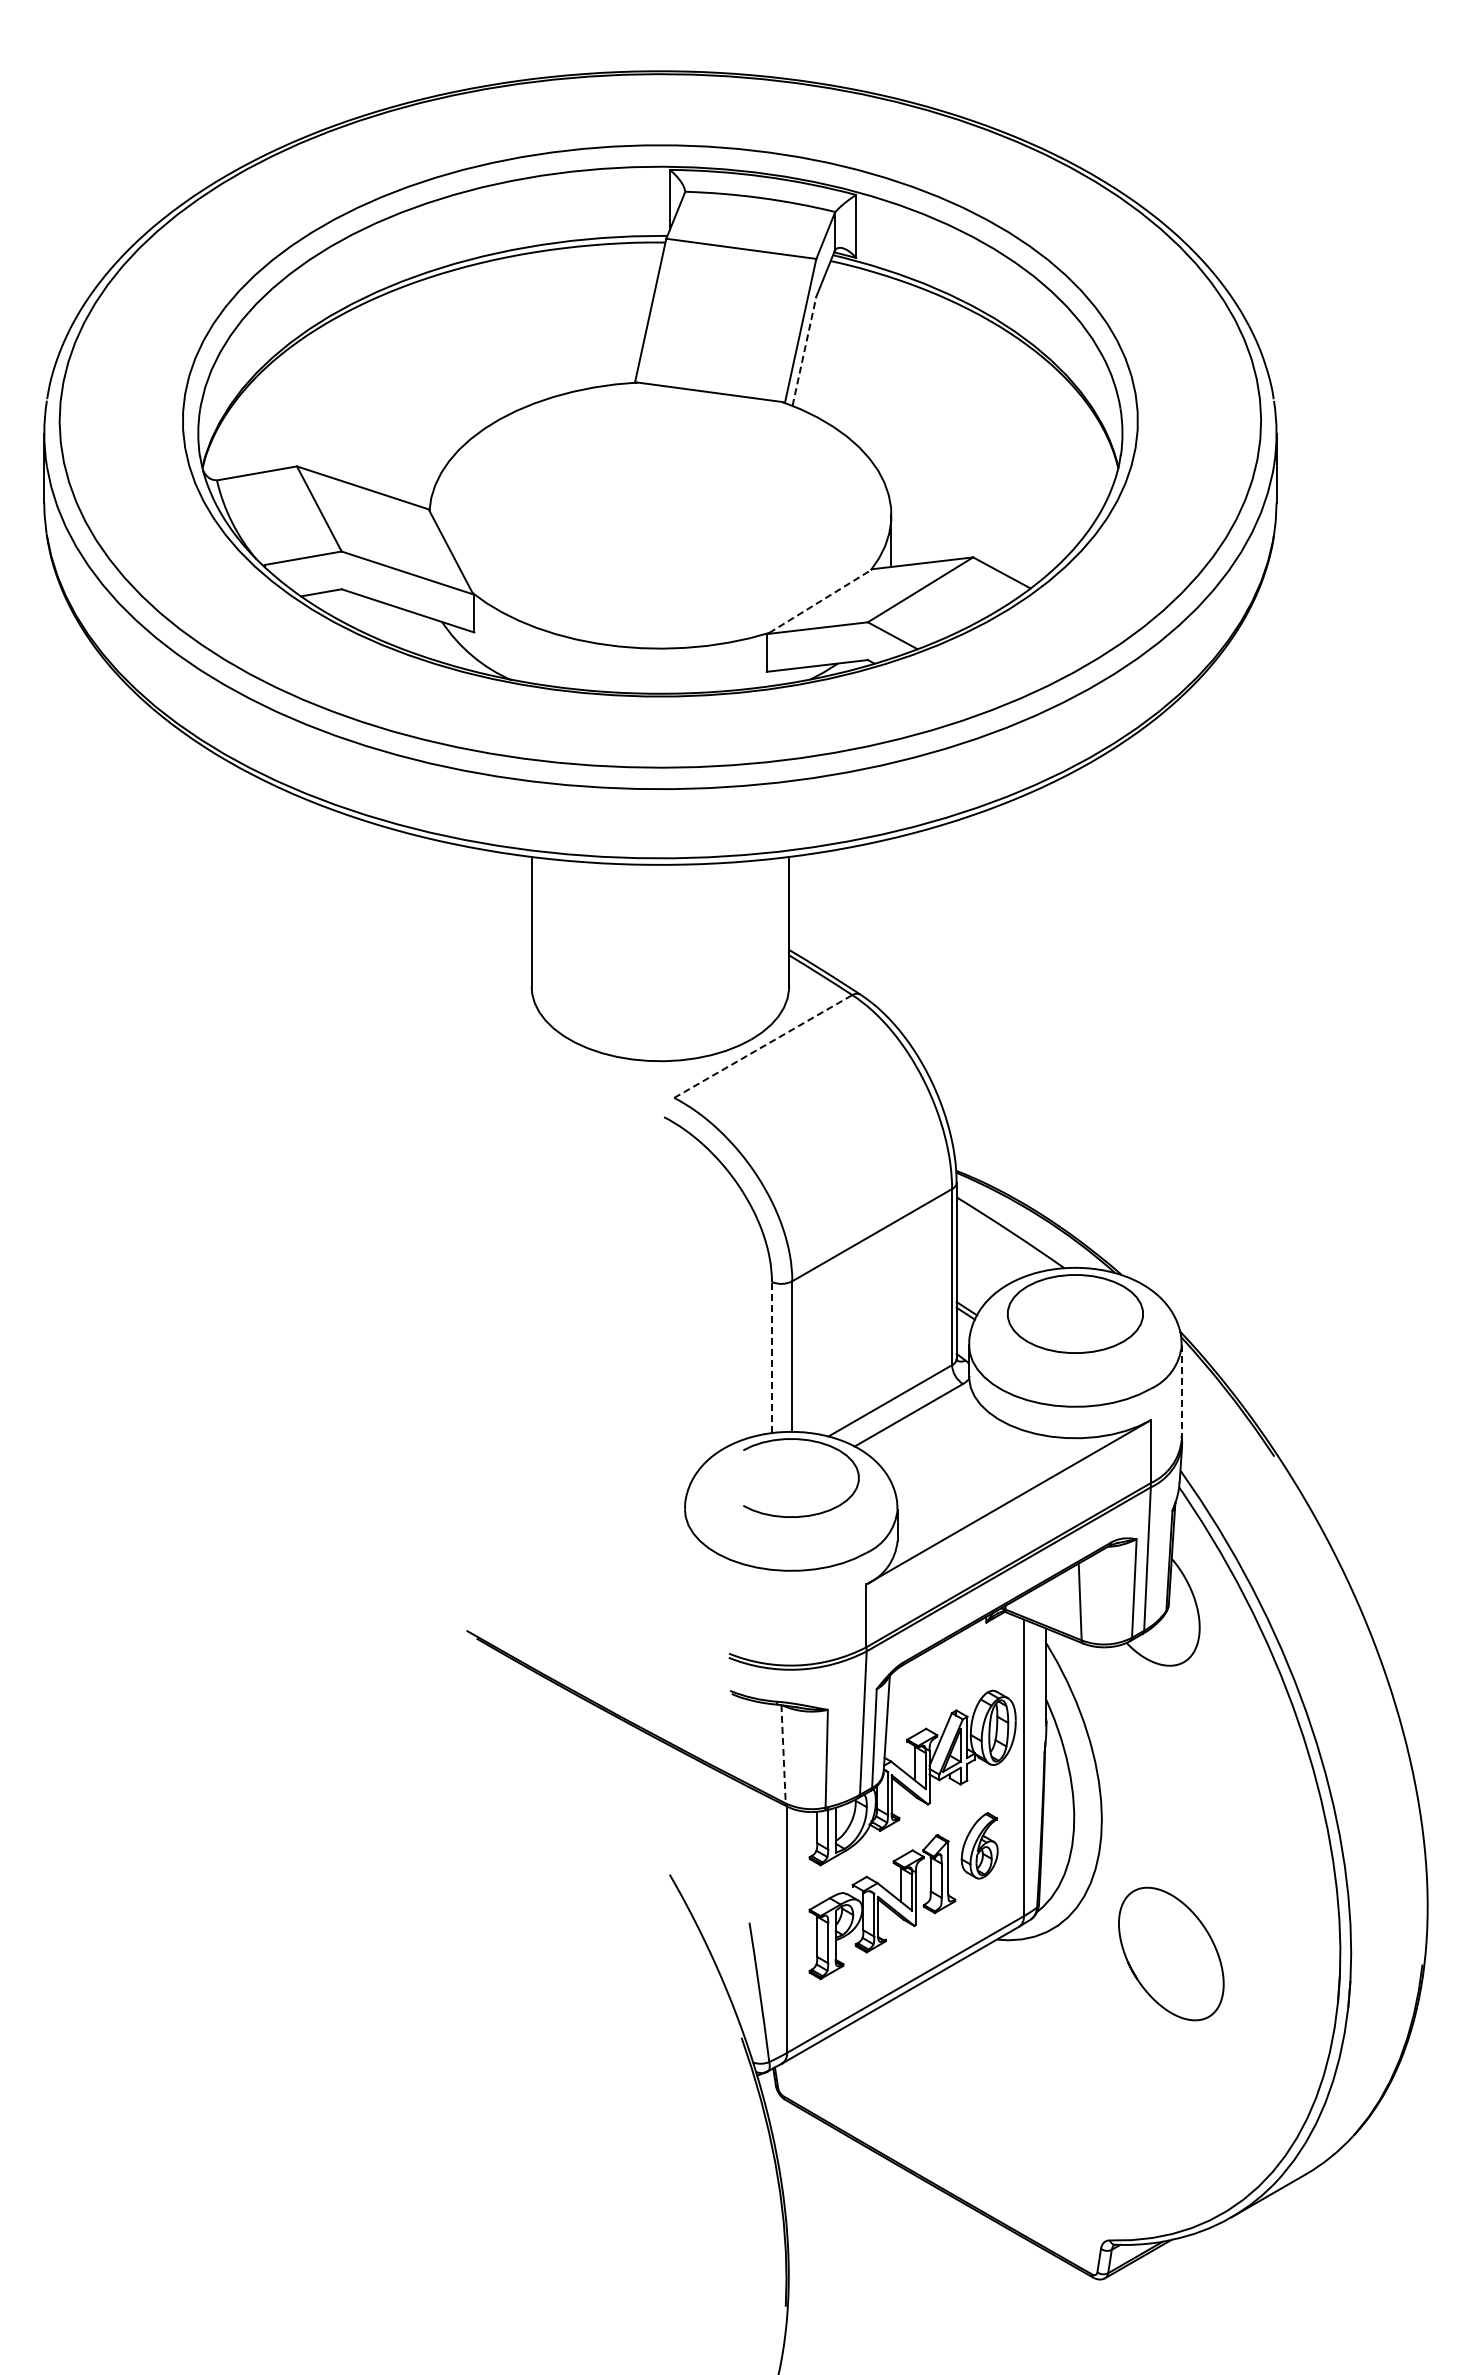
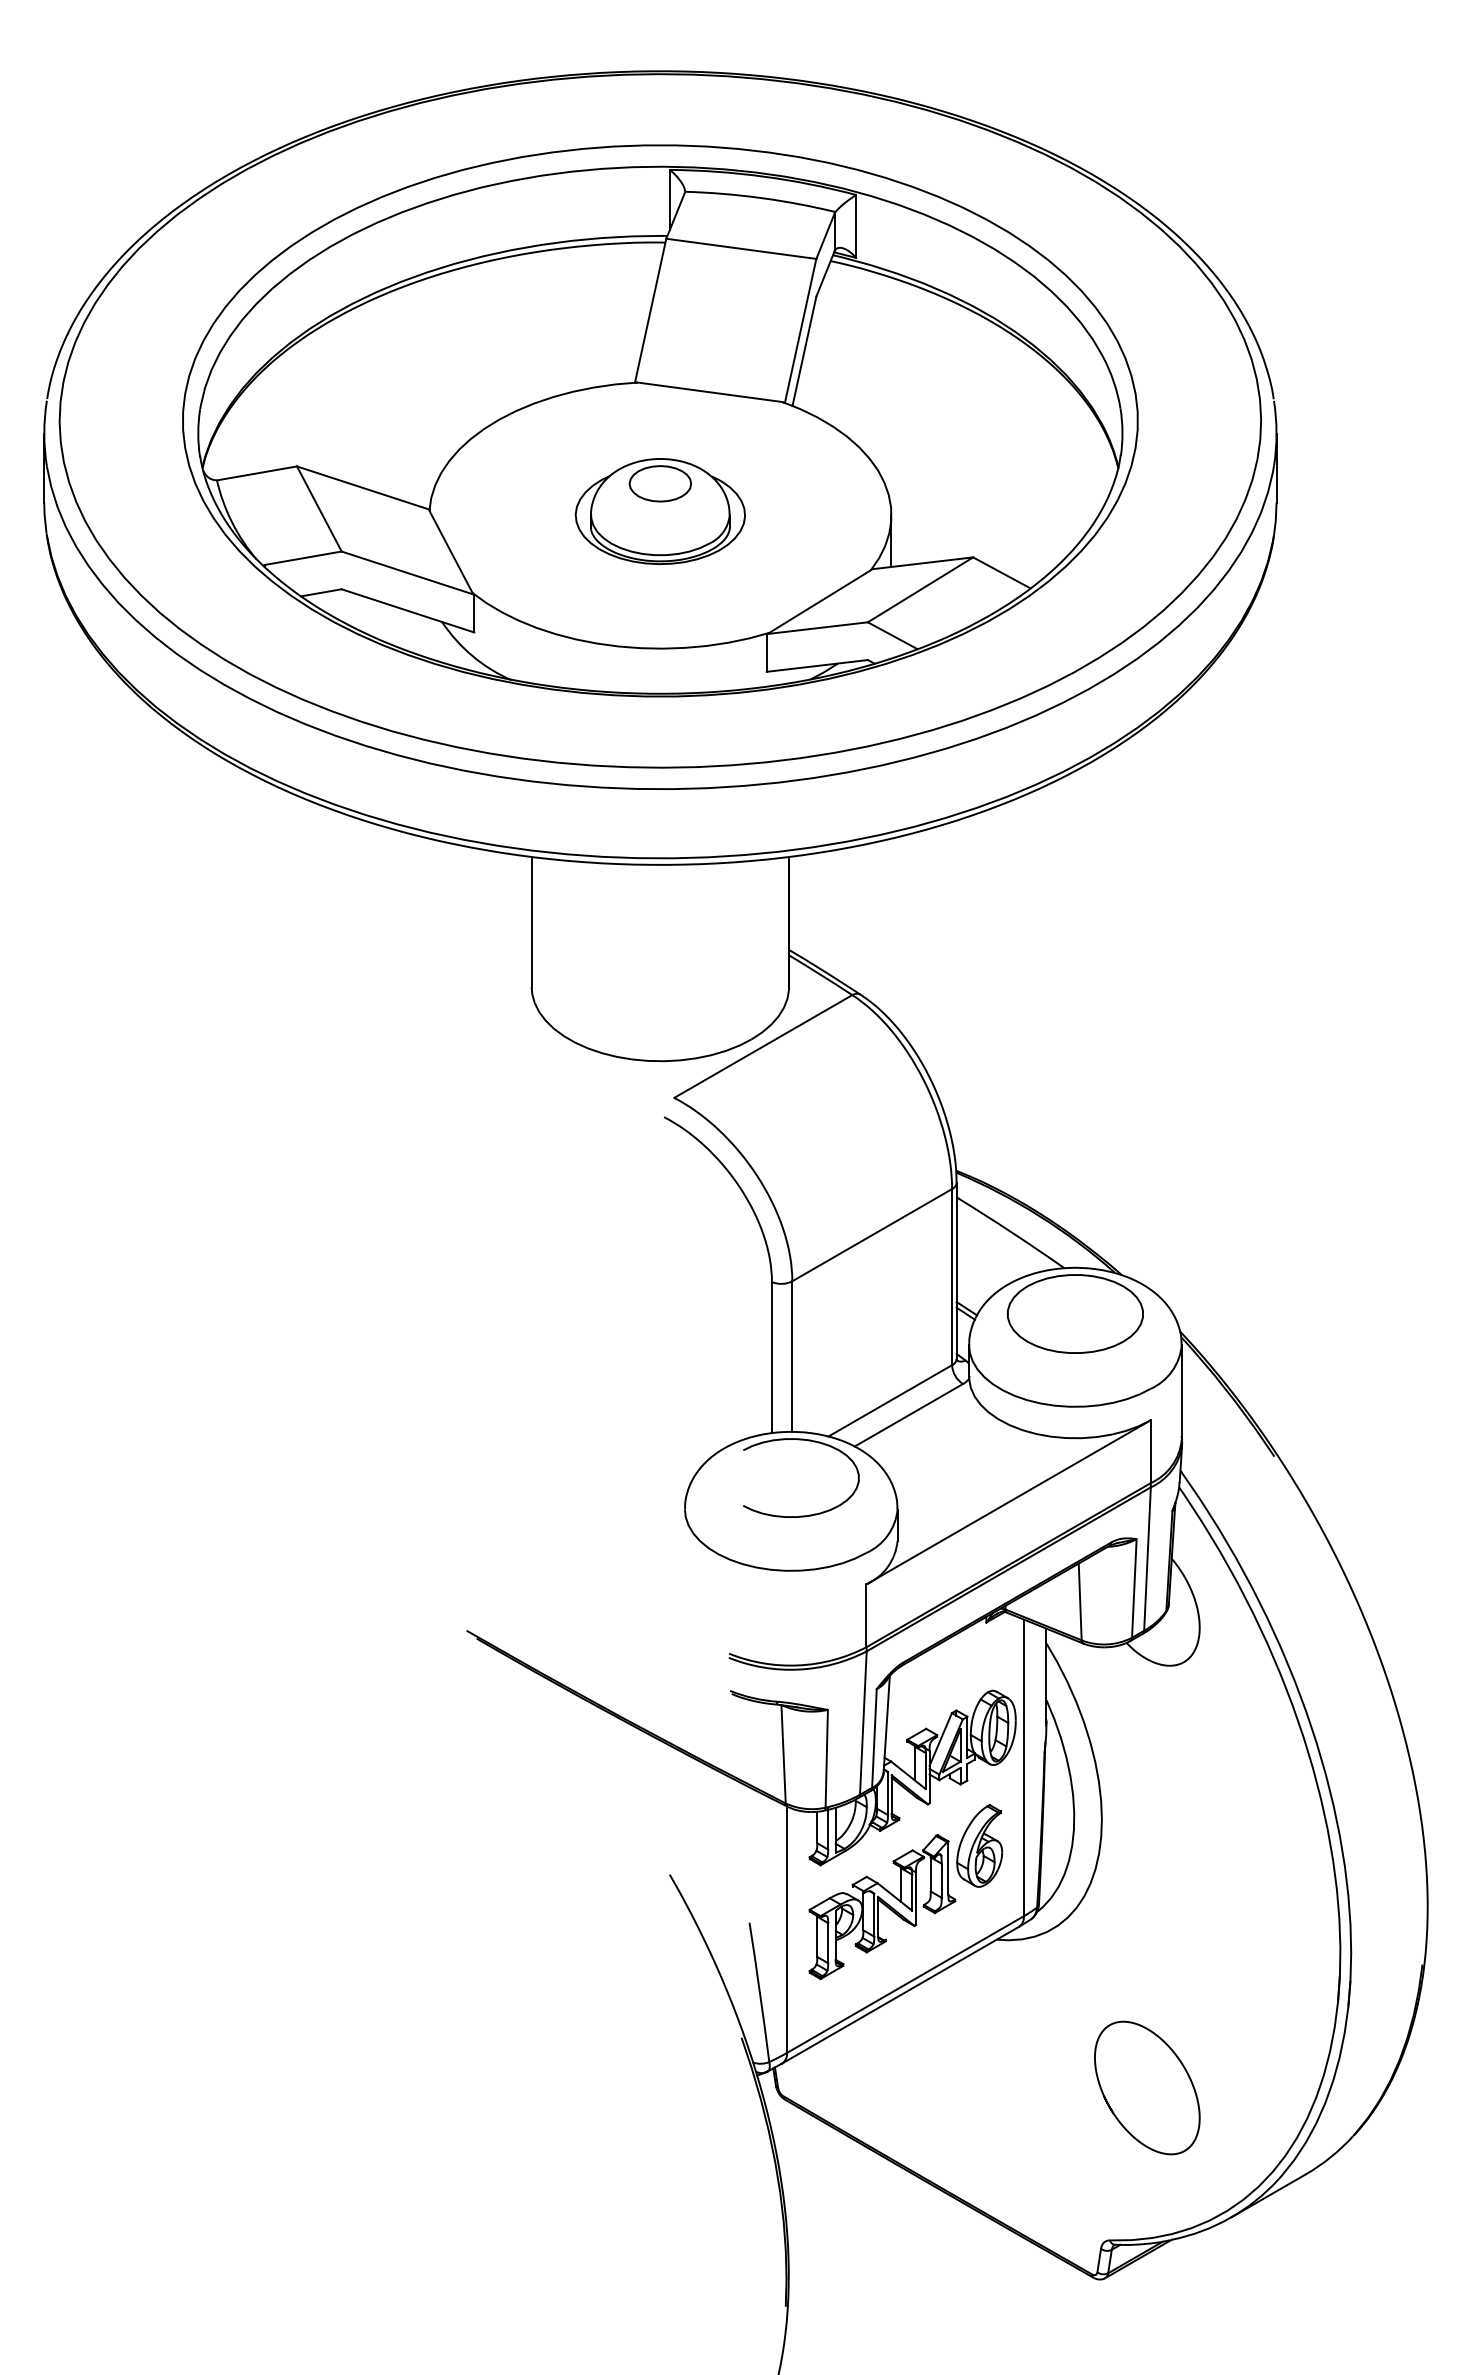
line at (804, 351): dashed -> solid
part at (659, 511): none -> present
line at (820, 601): dashed -> solid
line at (763, 1046): dashed -> solid
line at (771, 1357): dashed -> solid
line at (1181, 1392): dashed -> solid
line at (783, 1754): dashed -> solid
part at (979, 1845) size: 39x68 px -> 48x85 px
curve at (1207, 1934) position: (1207, 1934) -> (1183, 2068)
